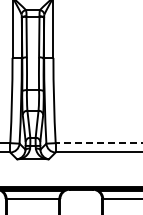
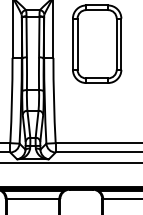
part at (97, 43): none -> present
line at (98, 143): dashed -> solid
line at (70, 163): none -> present
